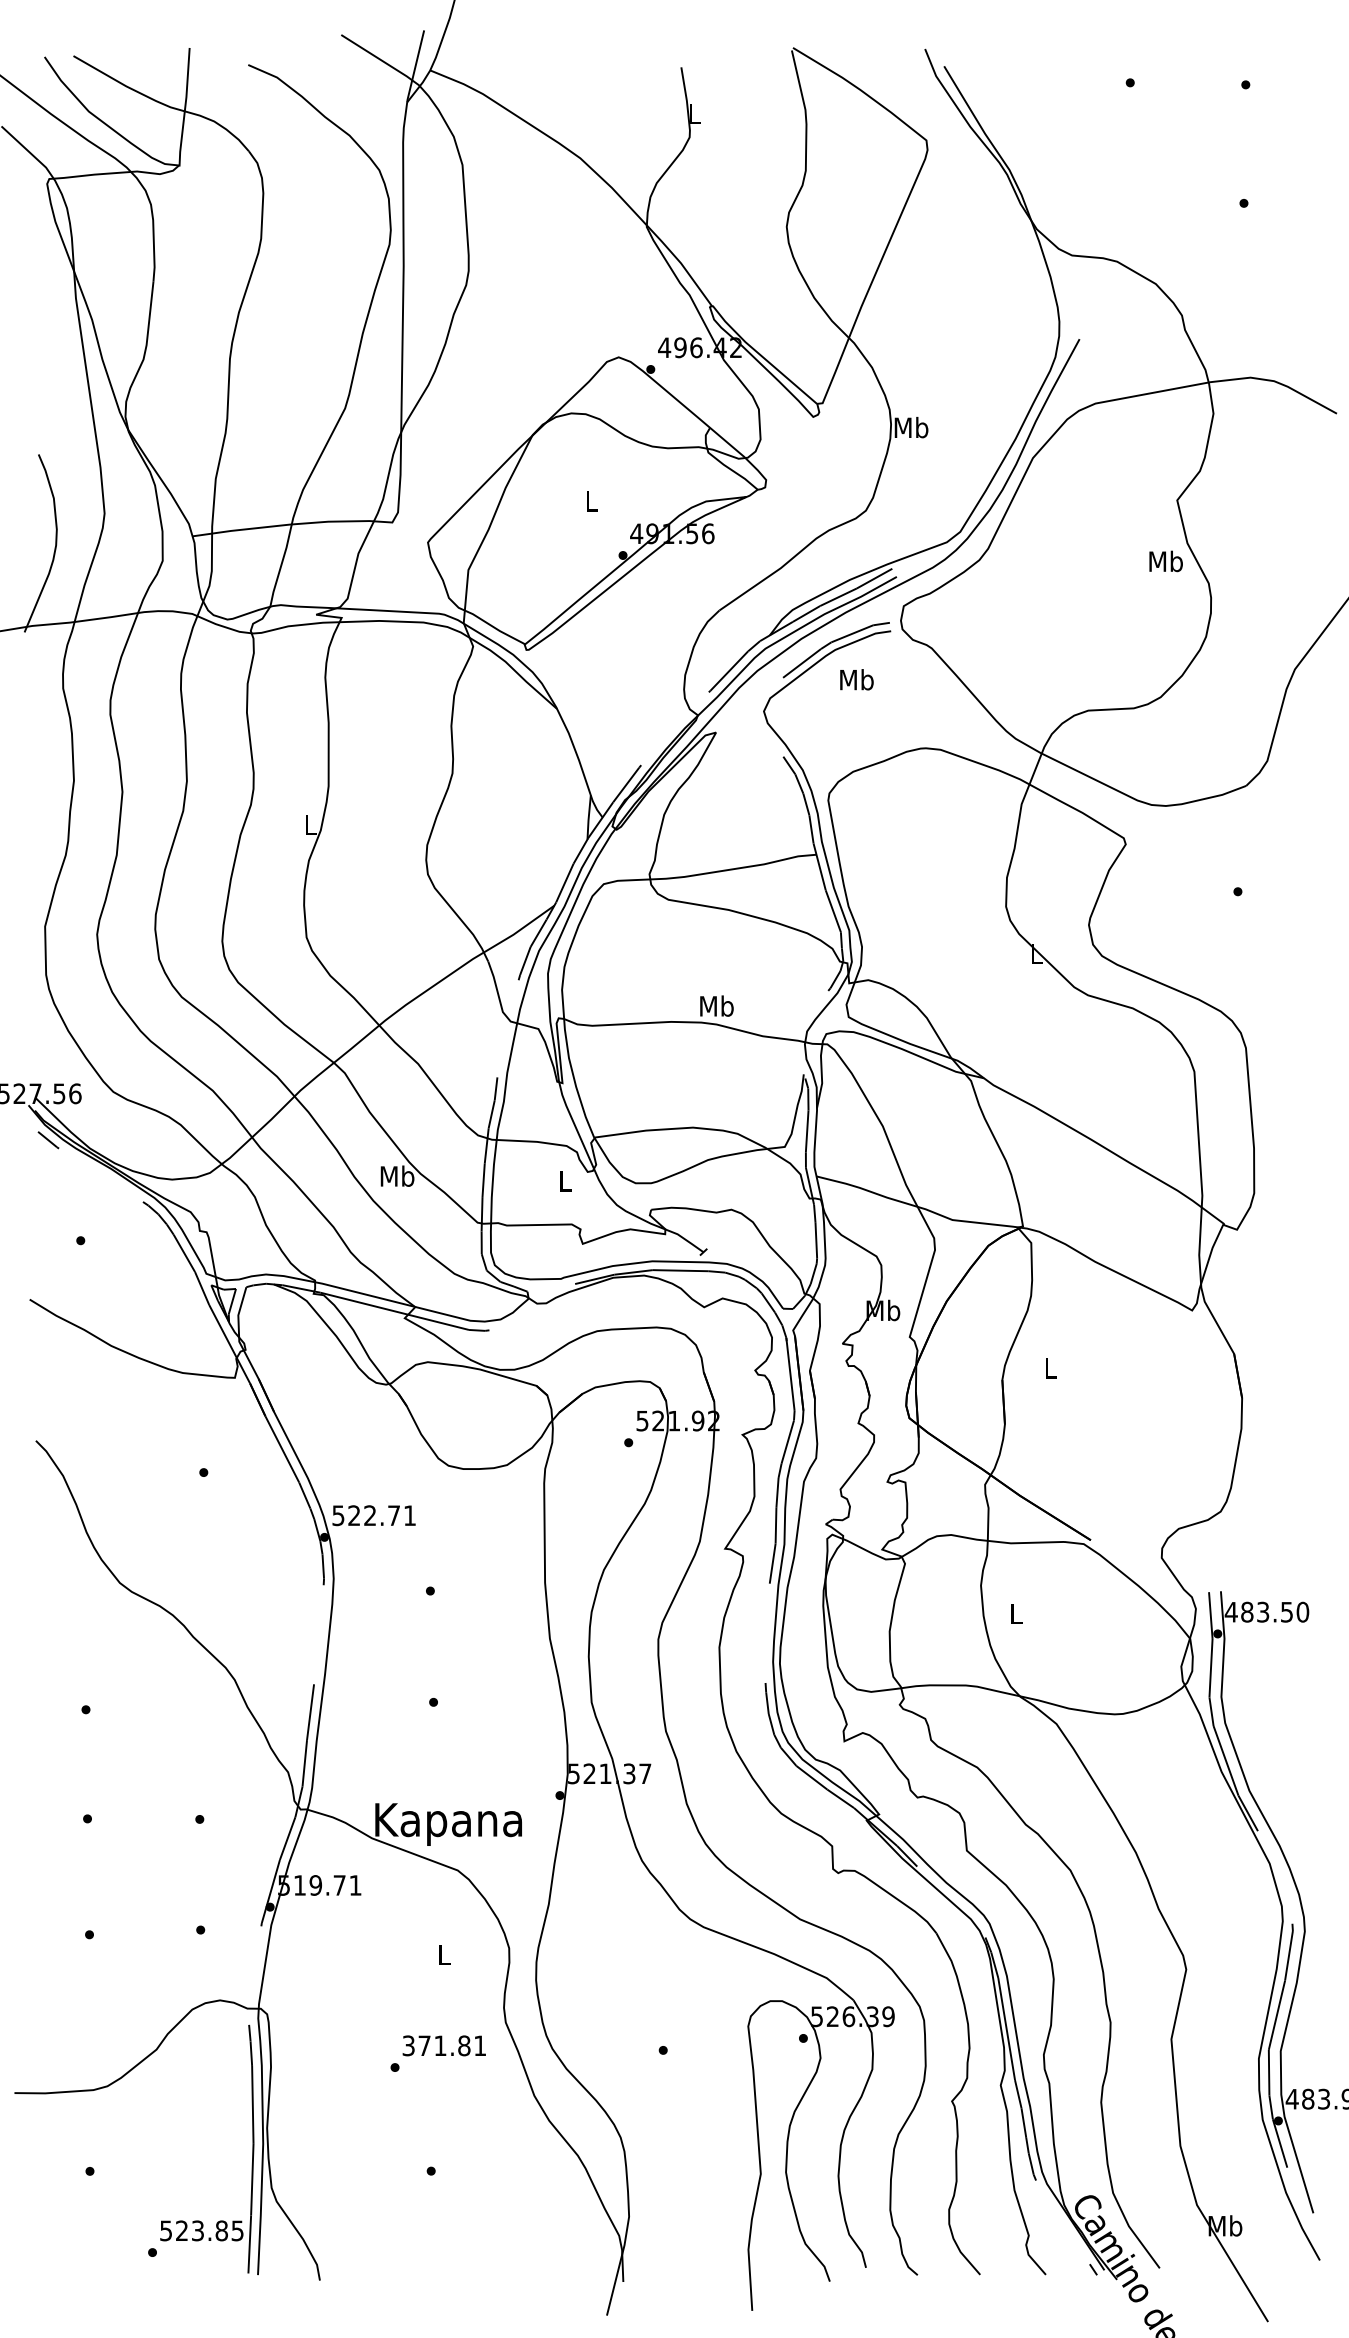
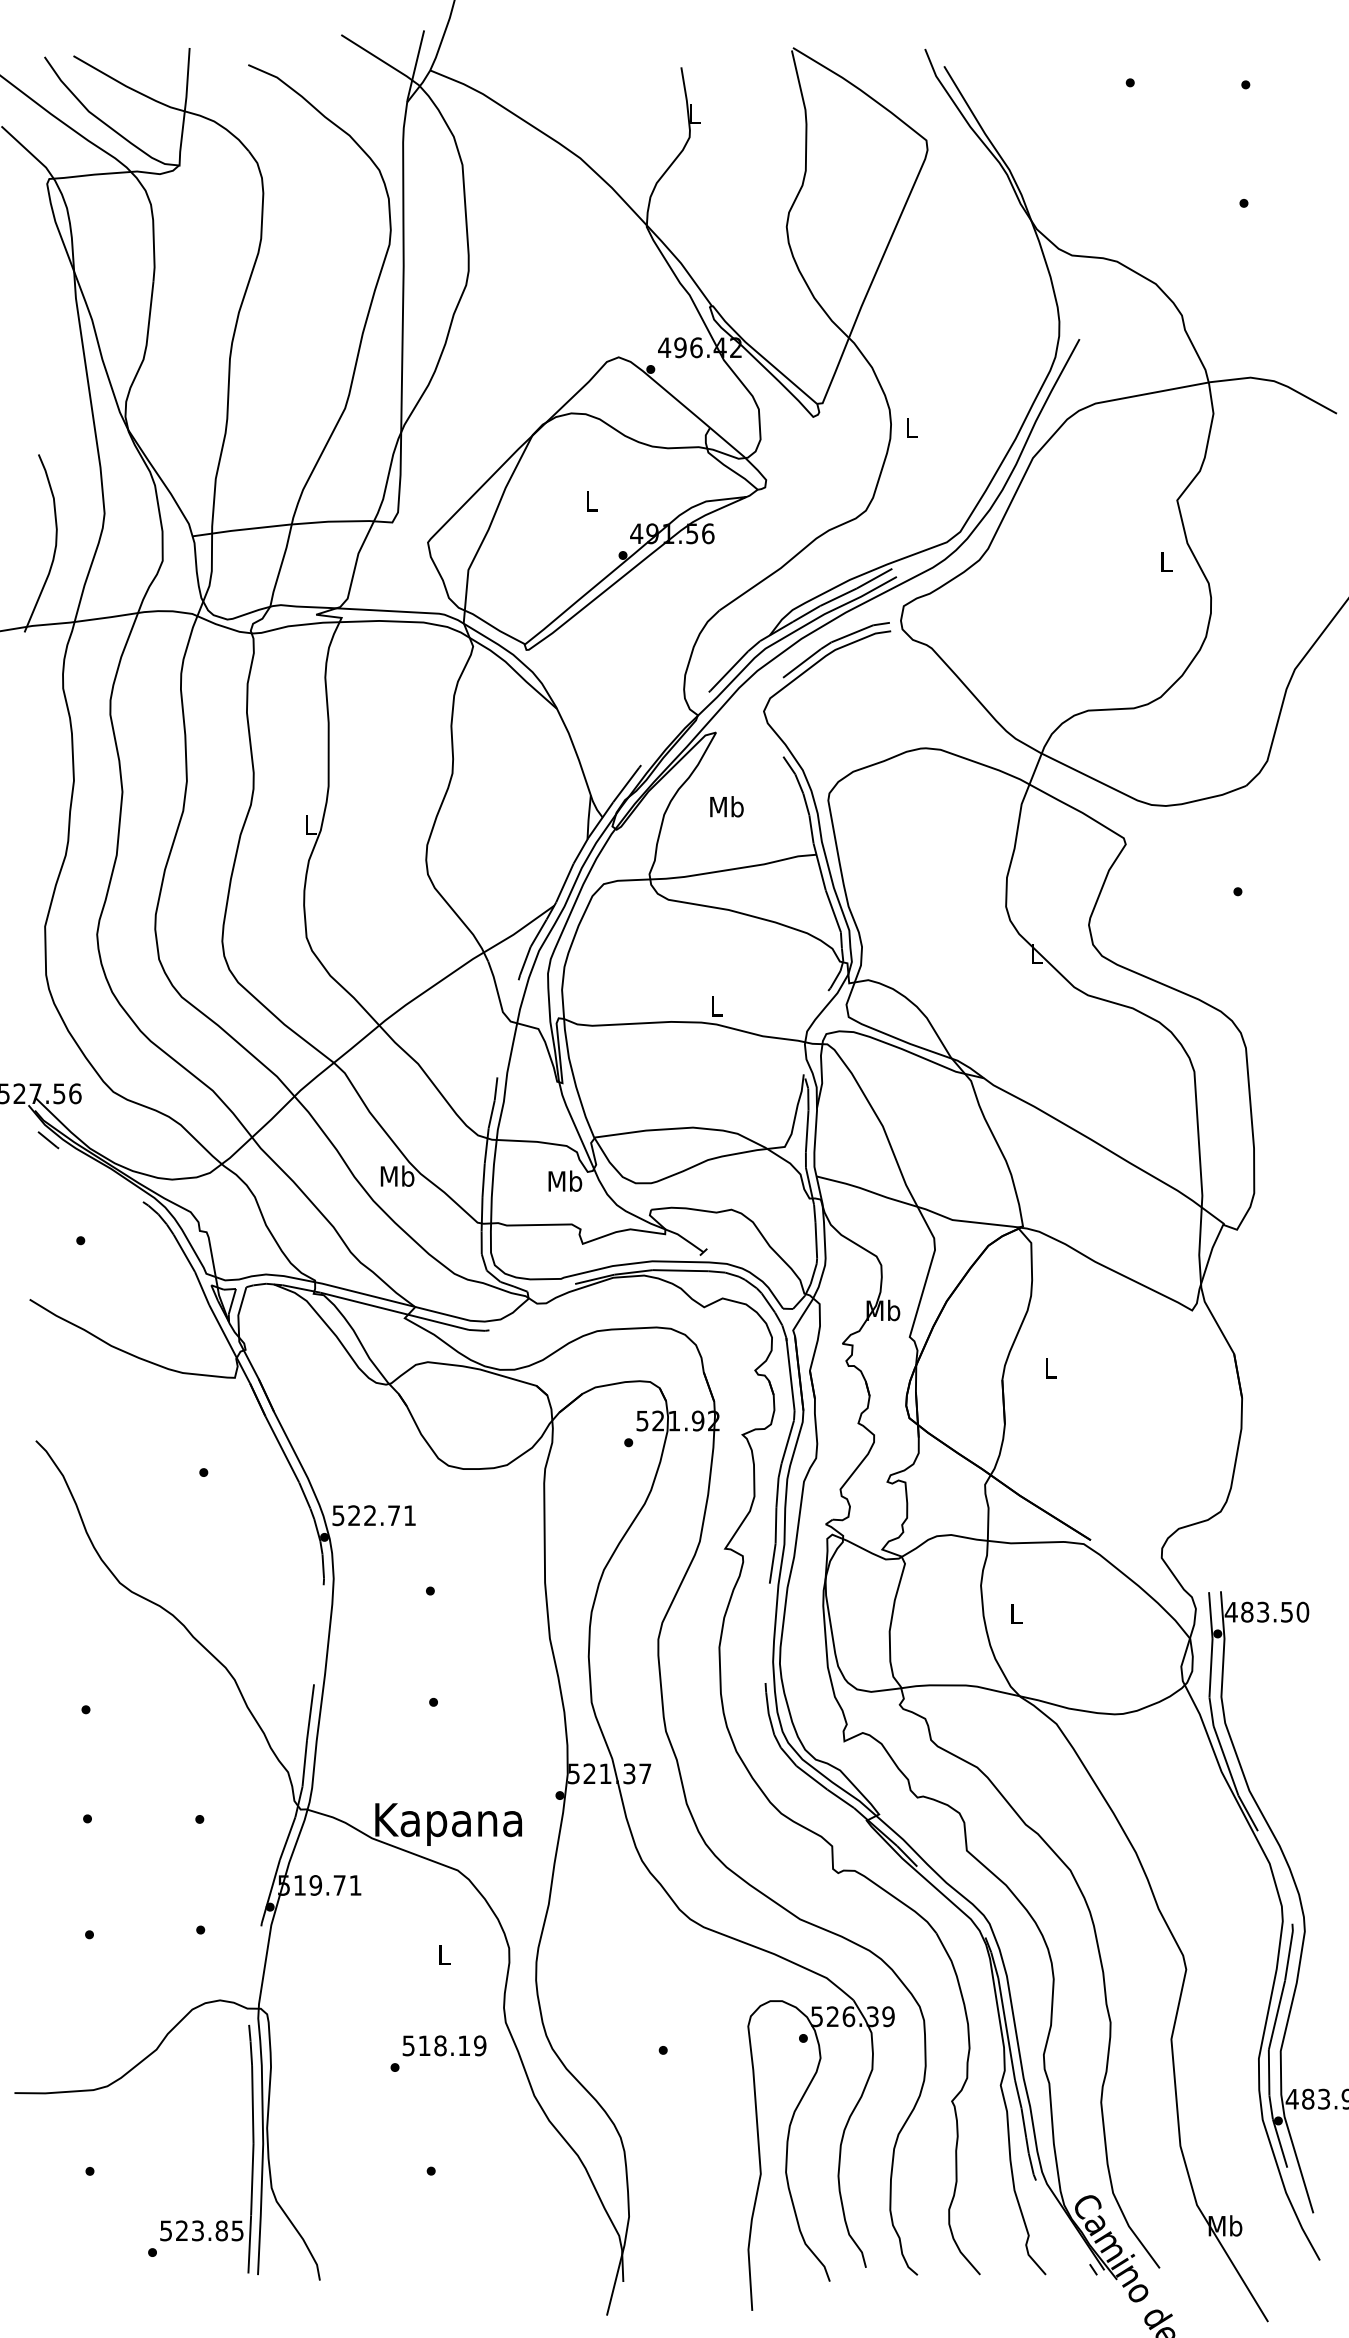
text at (911, 427): Mb -> L
text at (1165, 561): Mb -> L
text at (856, 679) position: (856, 679) -> (726, 806)
text at (716, 1005): Mb -> L
text at (565, 1180): L -> Mb
text at (444, 2045): 371.81 -> 518.19
